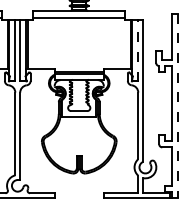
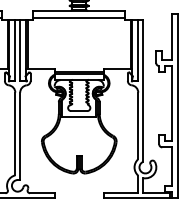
line at (138, 50): dashed -> solid
line at (177, 106): dashed -> solid
